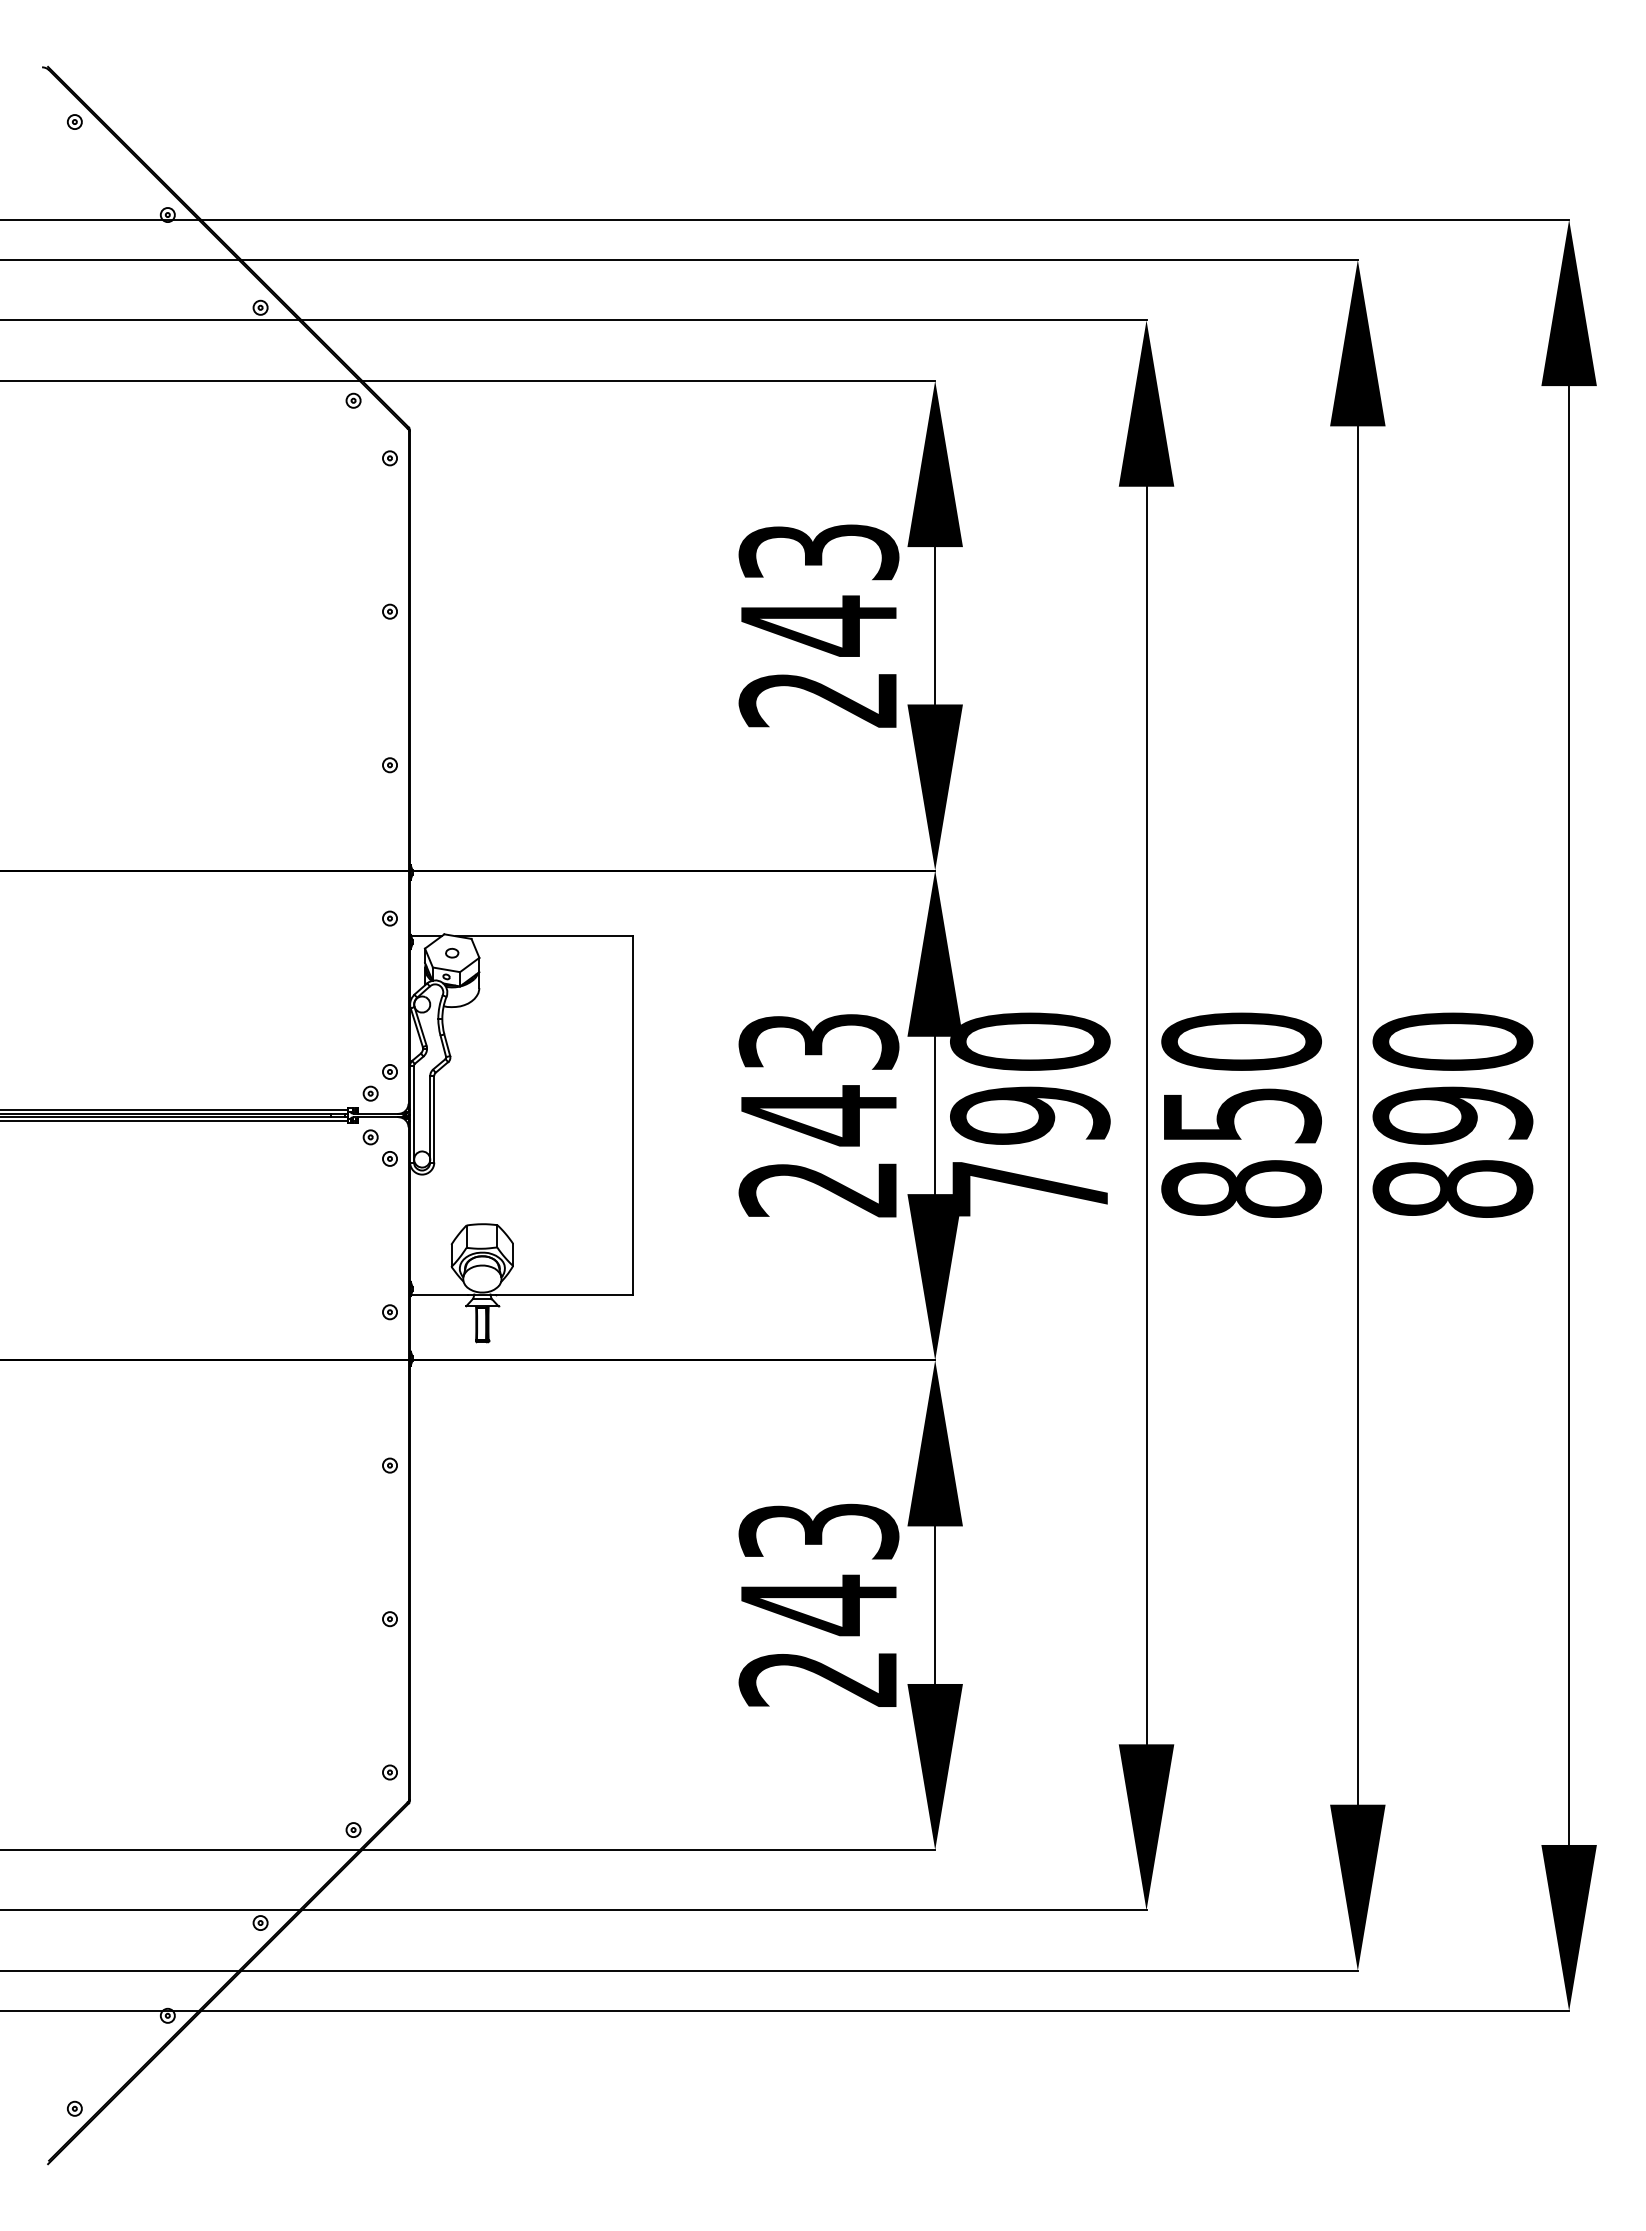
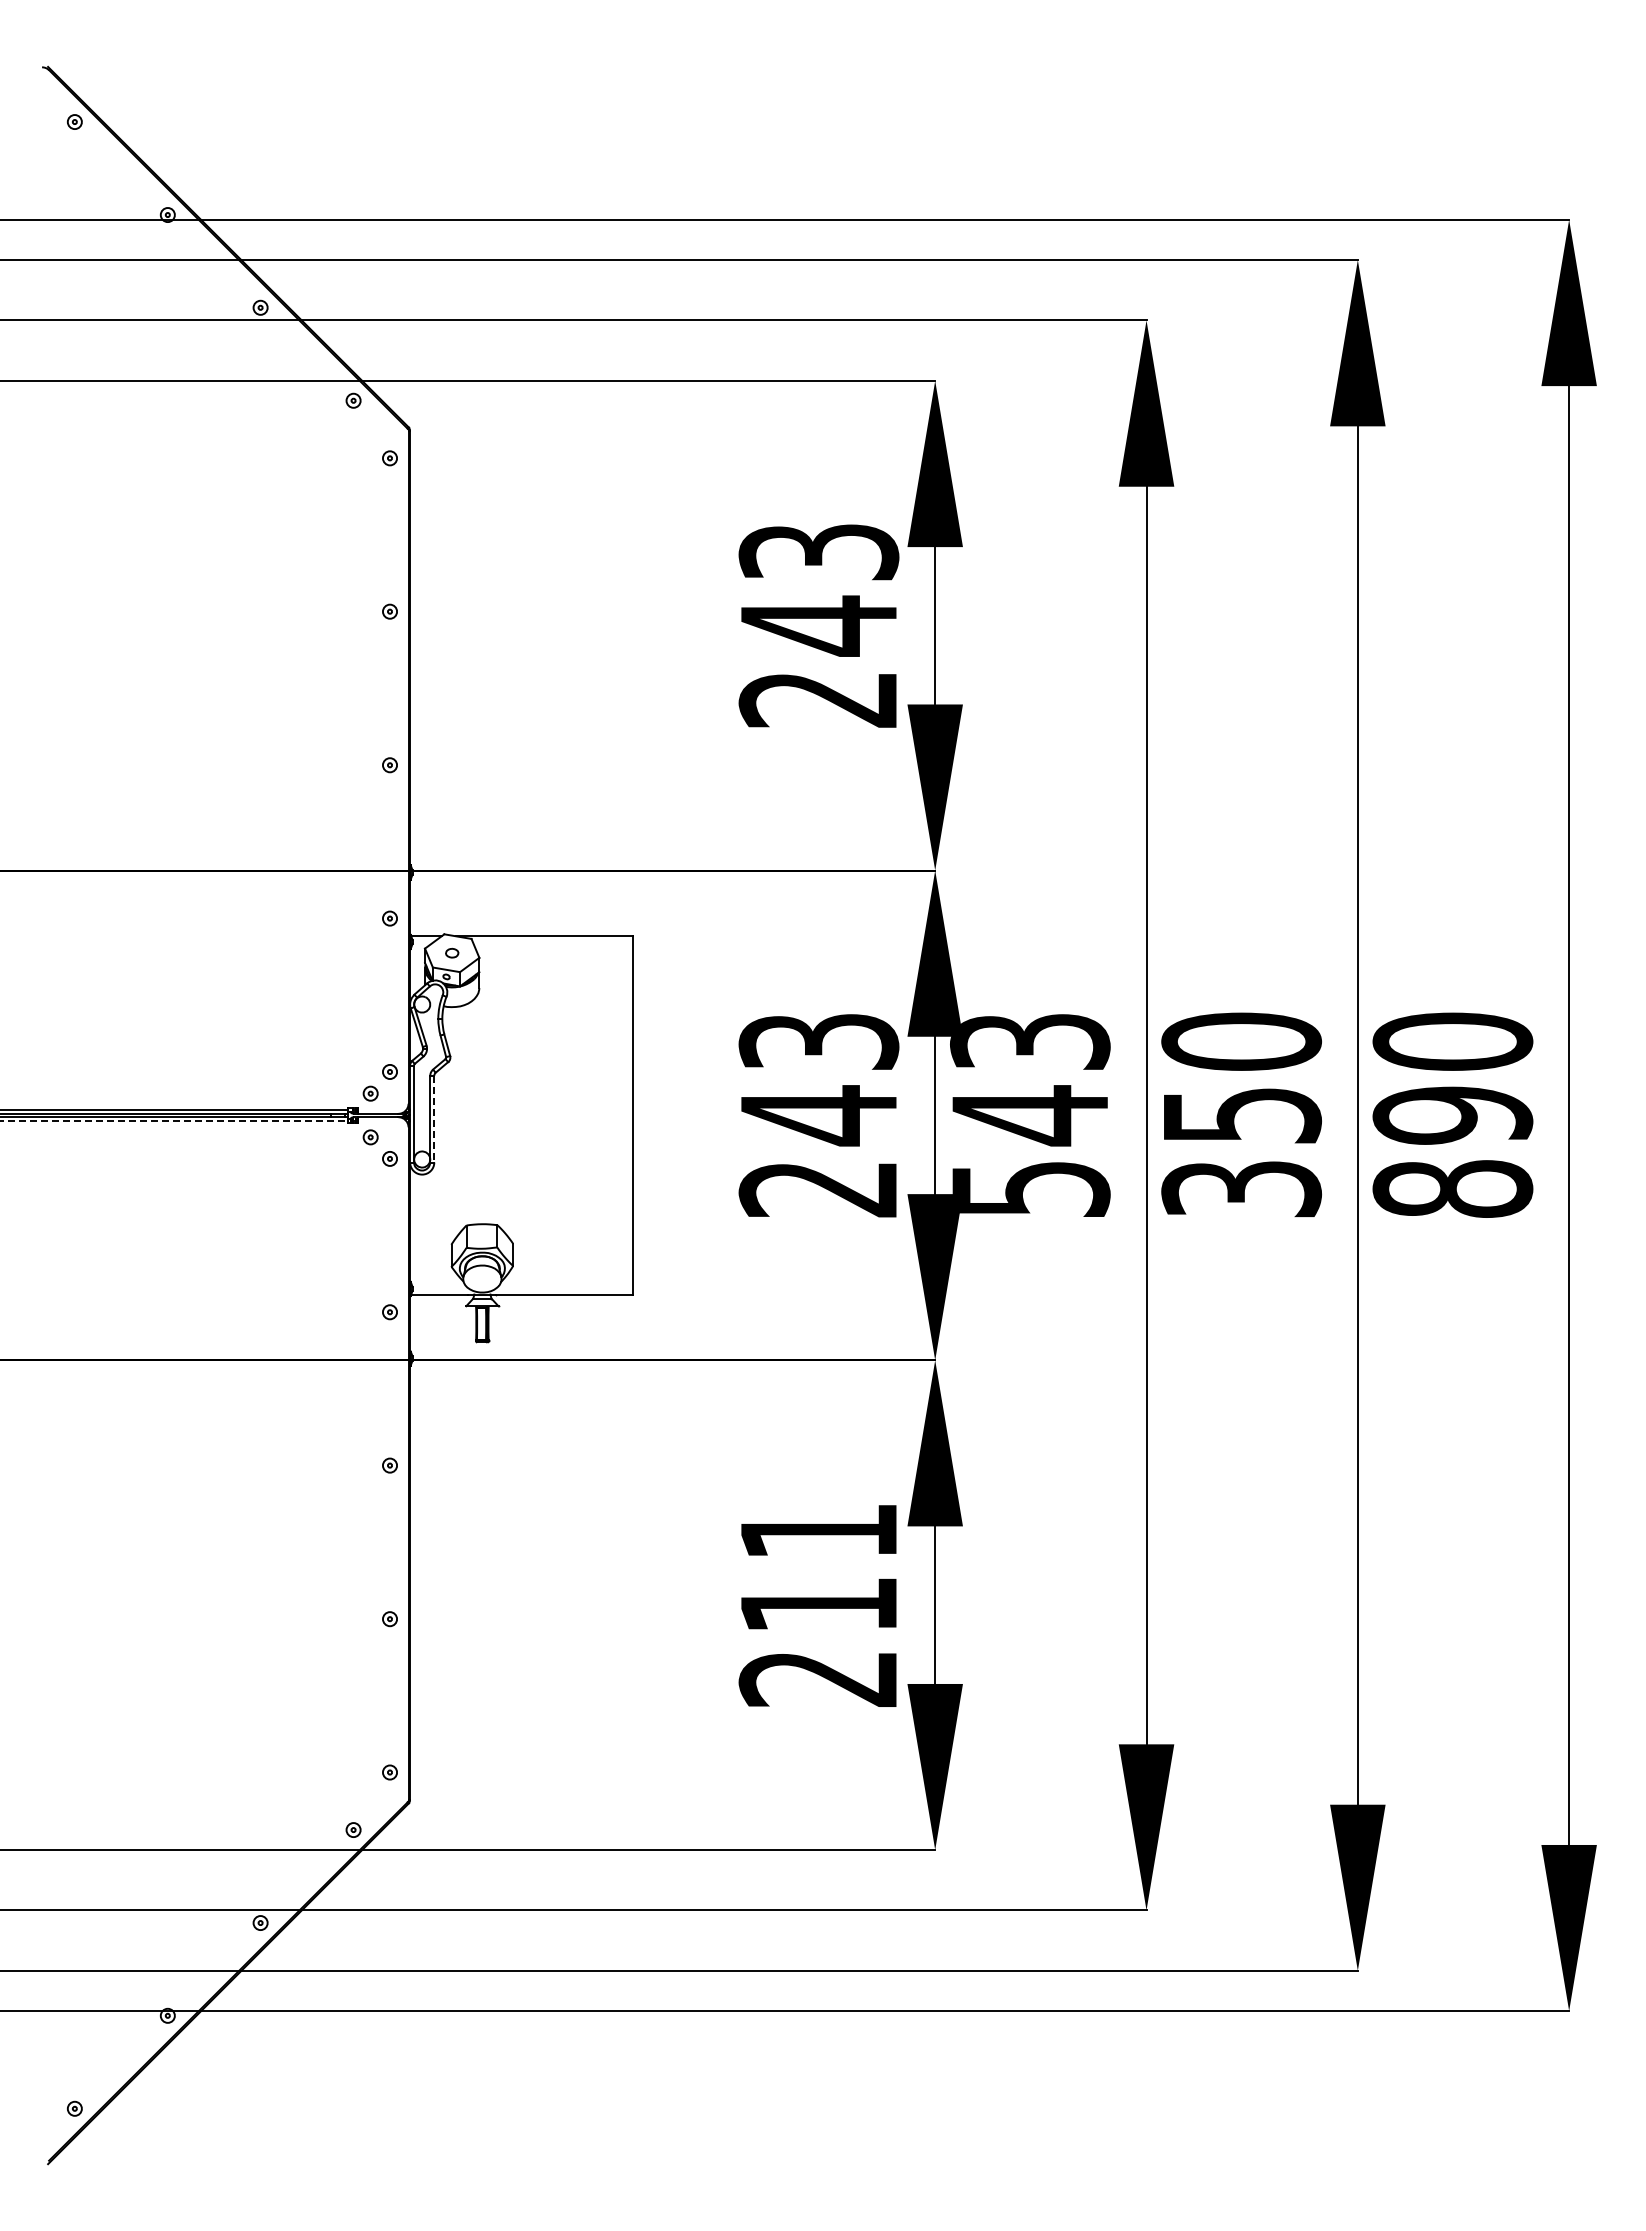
text at (1030, 1114): 790 -> 543
line at (434, 1119): solid -> dashed
line at (174, 1121): solid -> dashed
text at (1241, 1188): 850 -> 350
text at (818, 1569): 243 -> 211
